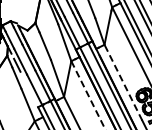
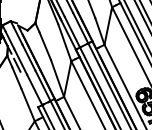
line at (123, 82): dashed -> solid
line at (88, 95): dashed -> solid
